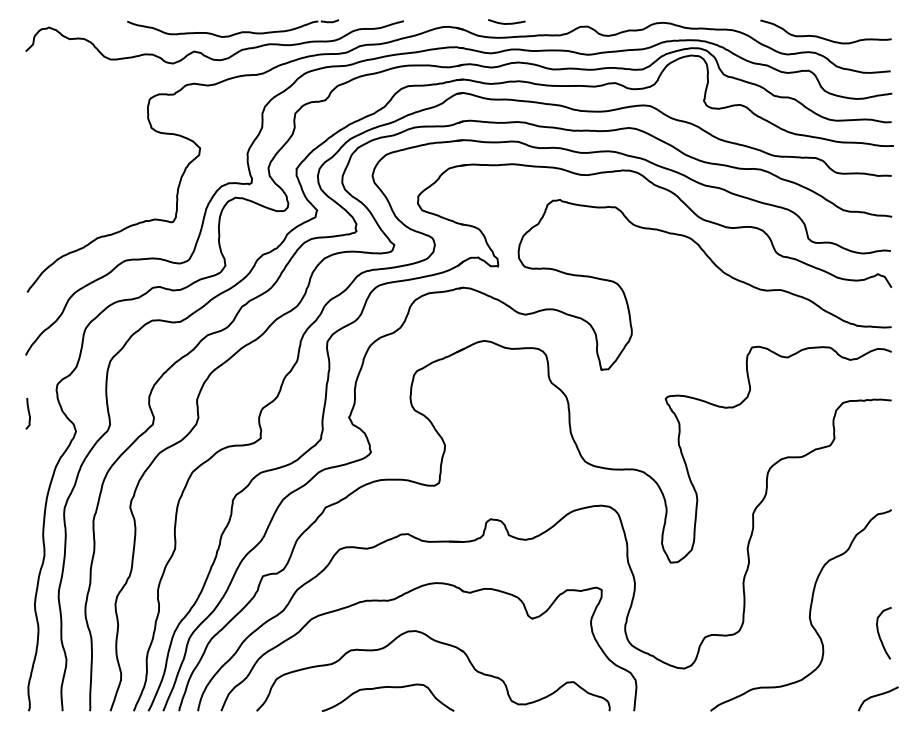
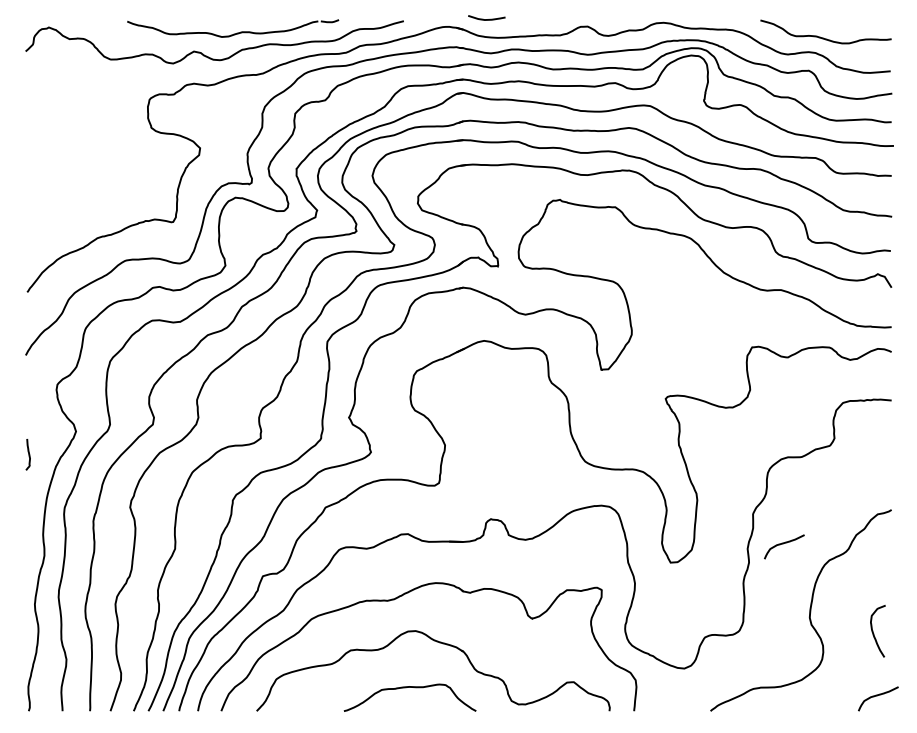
curve at (506, 23) position: (506, 23) -> (486, 19)
curve at (28, 413) position: (28, 413) -> (28, 454)
curve at (783, 544): none -> present
curve at (880, 635) position: (880, 635) -> (874, 633)
curve at (384, 688) position: (384, 688) -> (406, 688)
